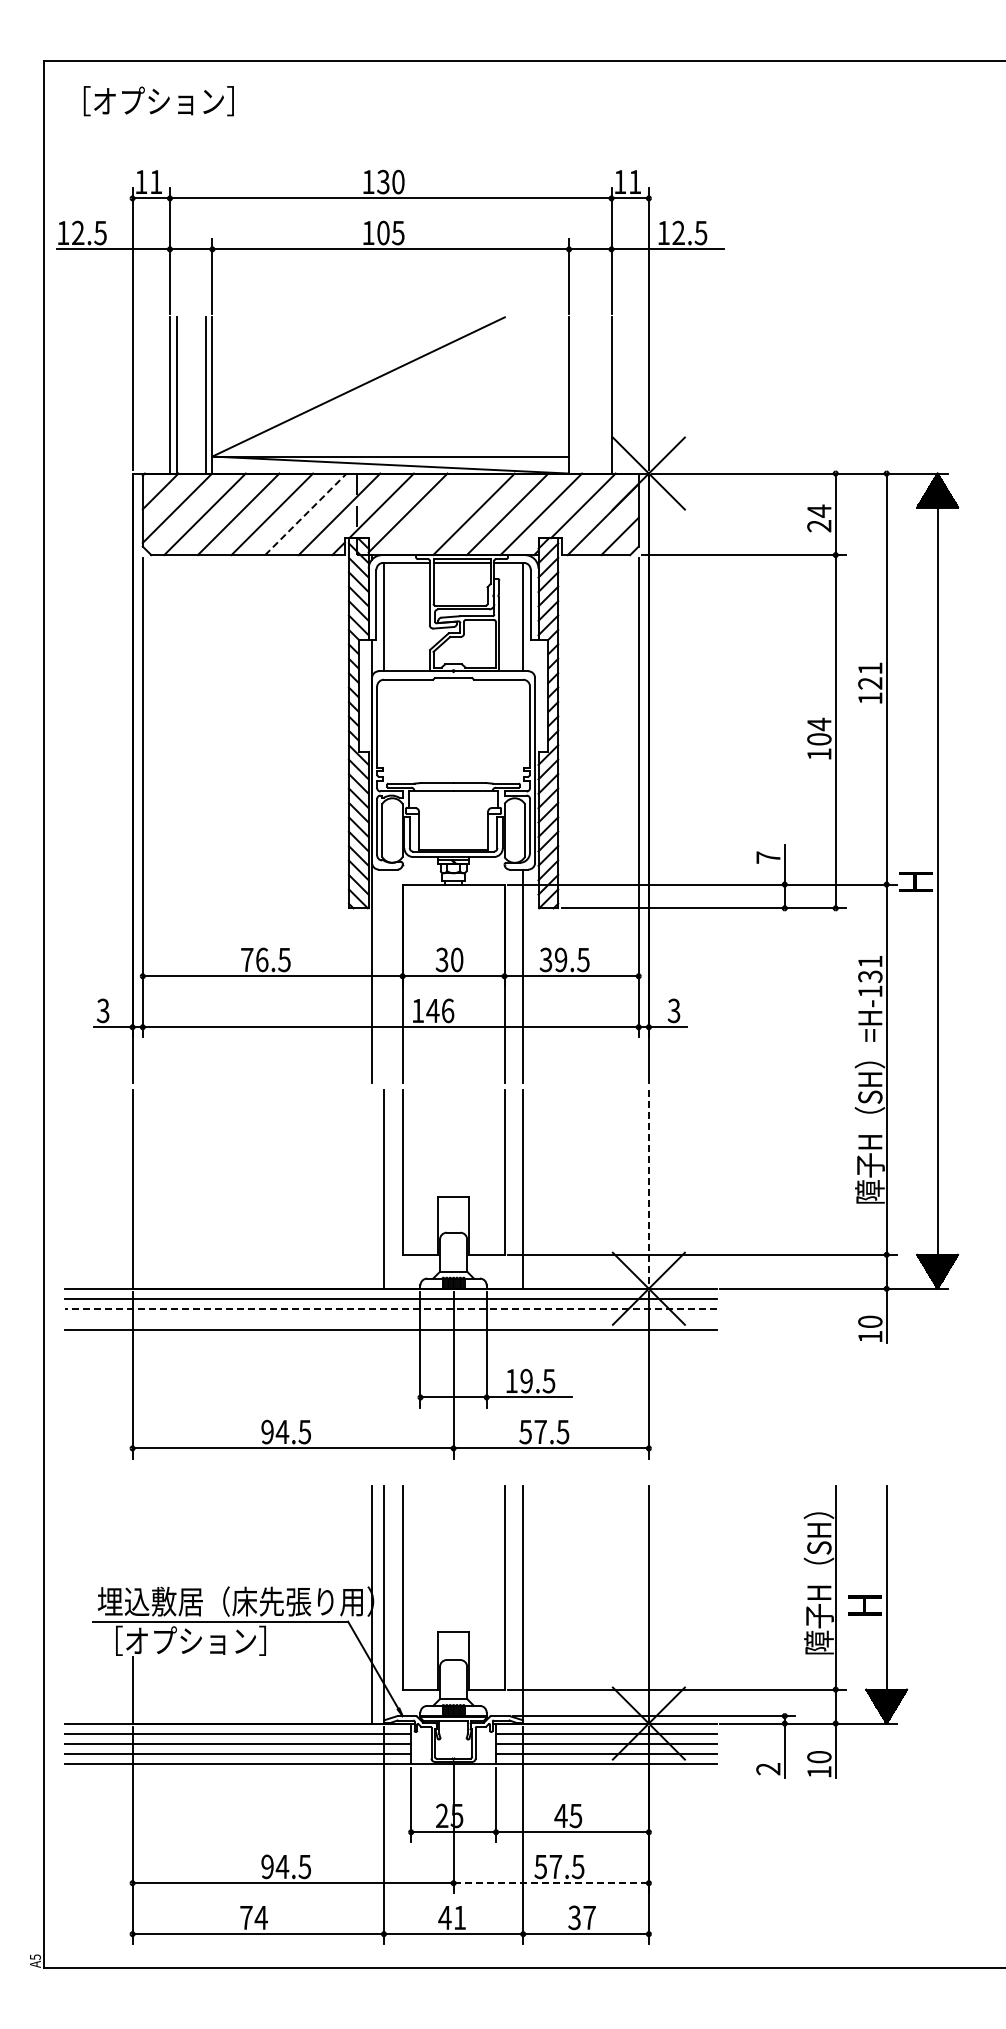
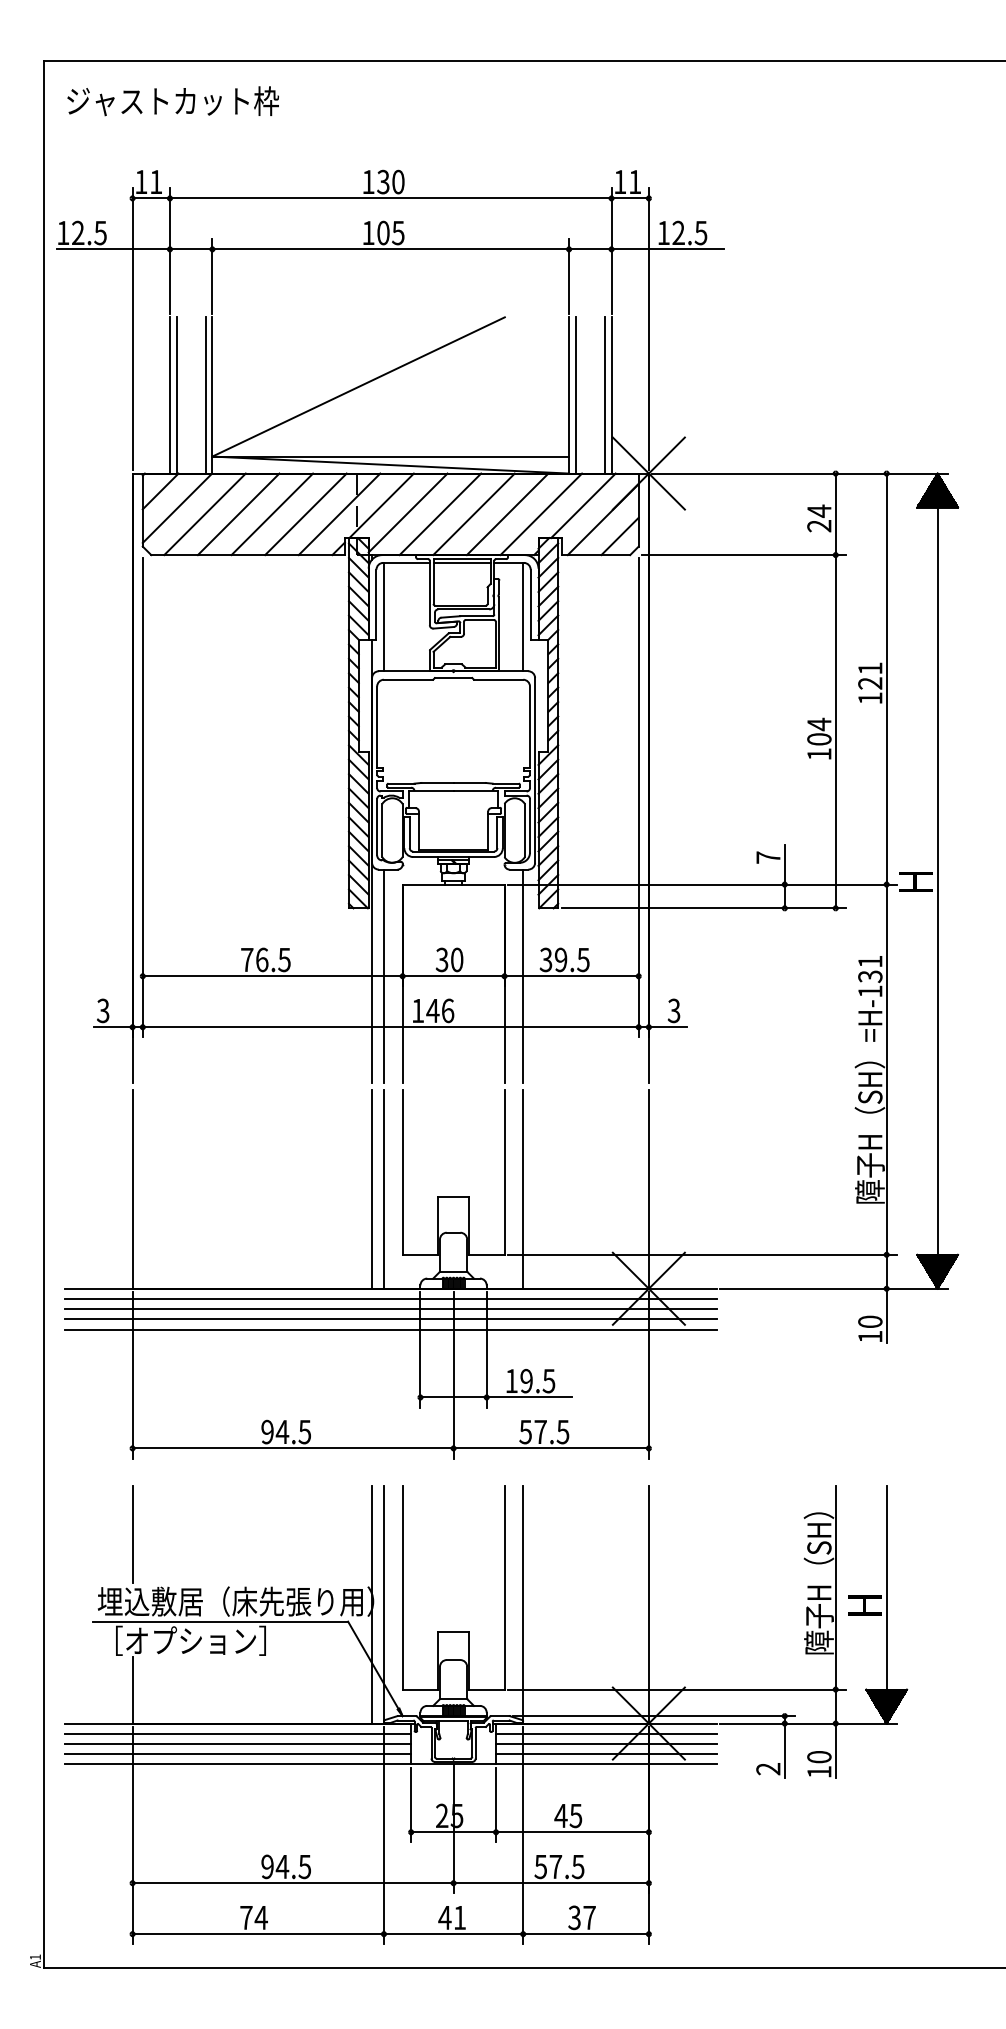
text at (173, 101): ［オプション］ -> ジャストカット枠
line at (575, 395): none -> present
line at (604, 395): none -> present
line at (305, 514): dashed -> solid
line at (440, 514): none -> present
line at (383, 976): none -> present
line at (372, 1189): none -> present
line at (648, 1189): dashed -> solid
line at (390, 1309): dashed -> solid
line at (390, 1319): none -> present
line at (132, 1533): none -> present
line at (551, 1883): dashed -> solid
text at (35, 1957): A5 -> A1
